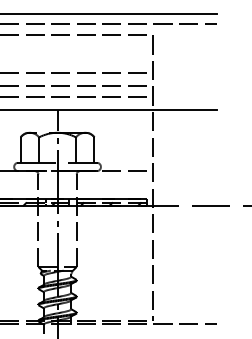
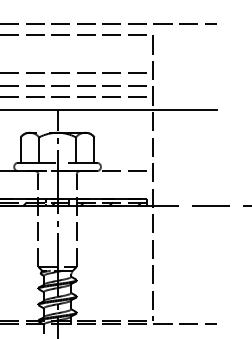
line at (109, 13): present -> none
